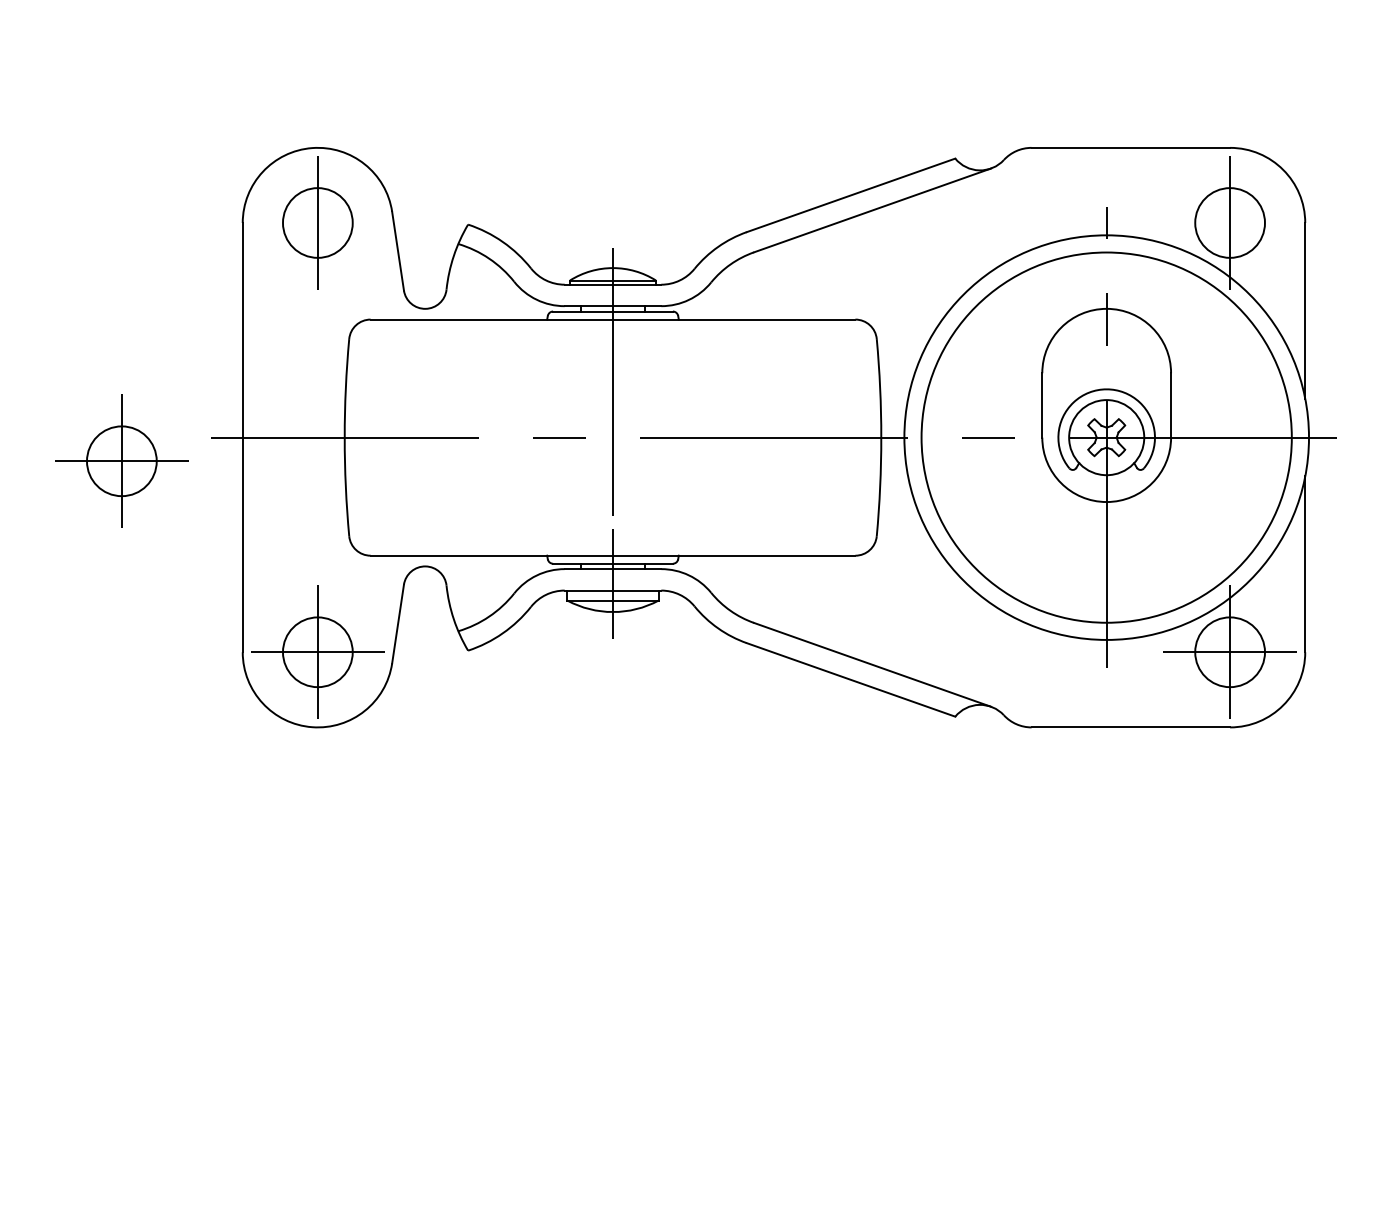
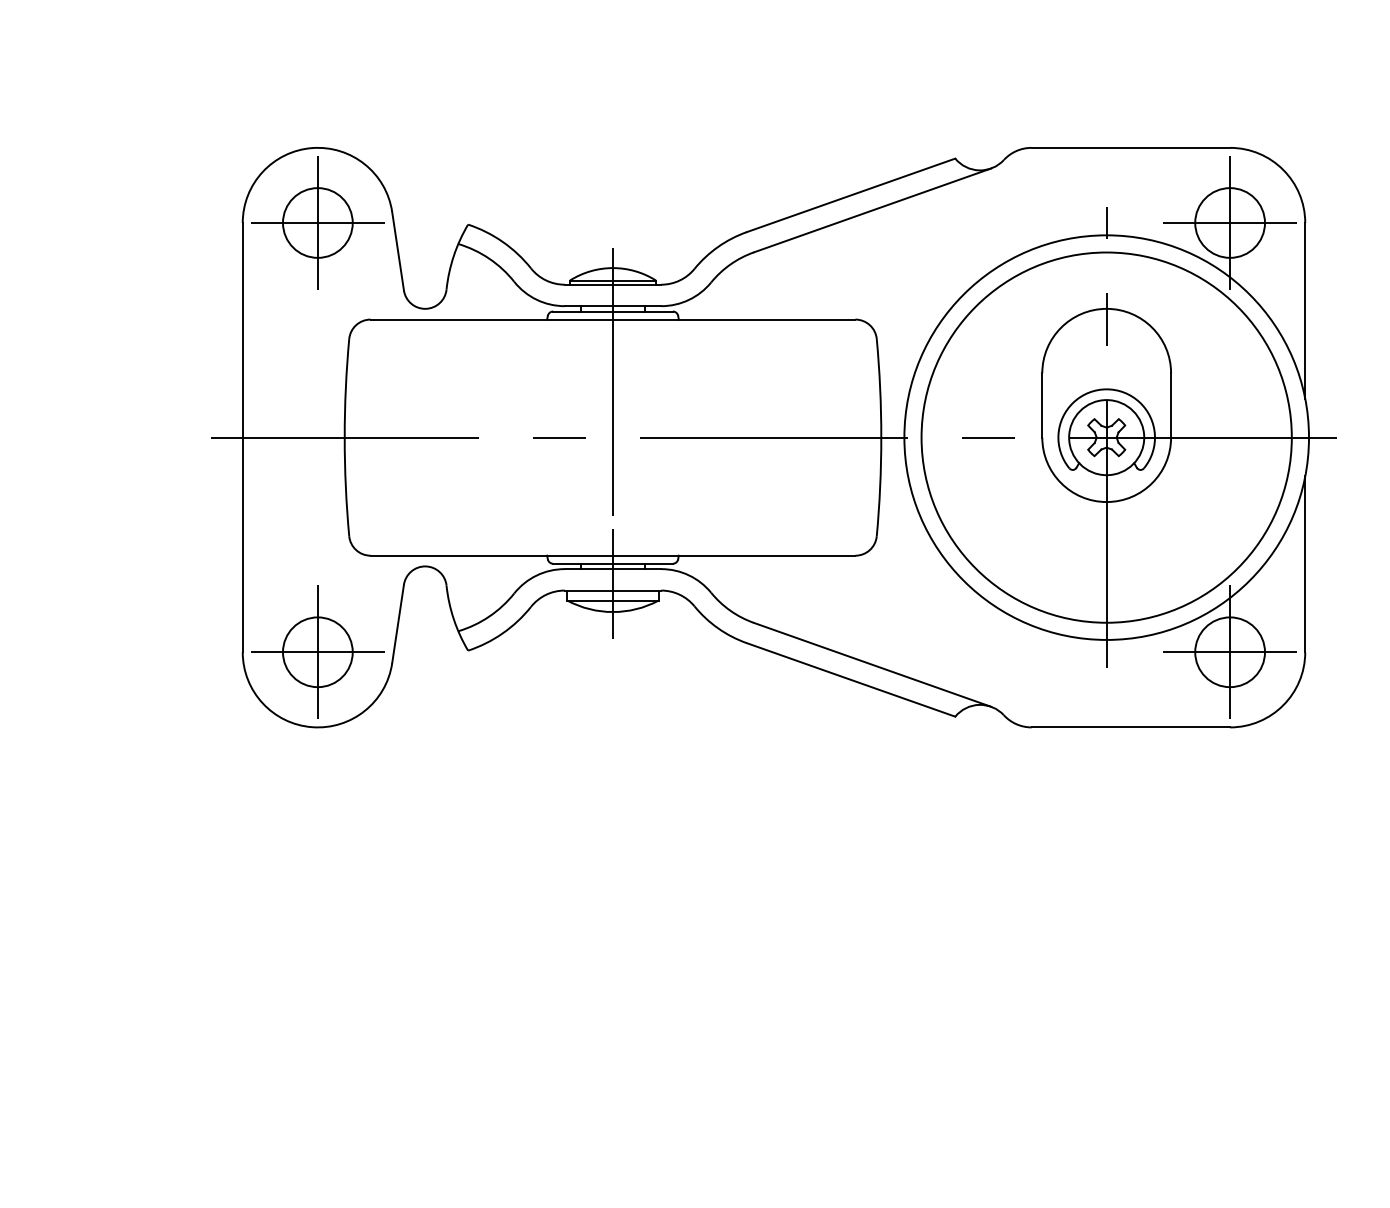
line at (317, 223): none -> present
line at (1230, 223): none -> present
part at (121, 460): present -> none
